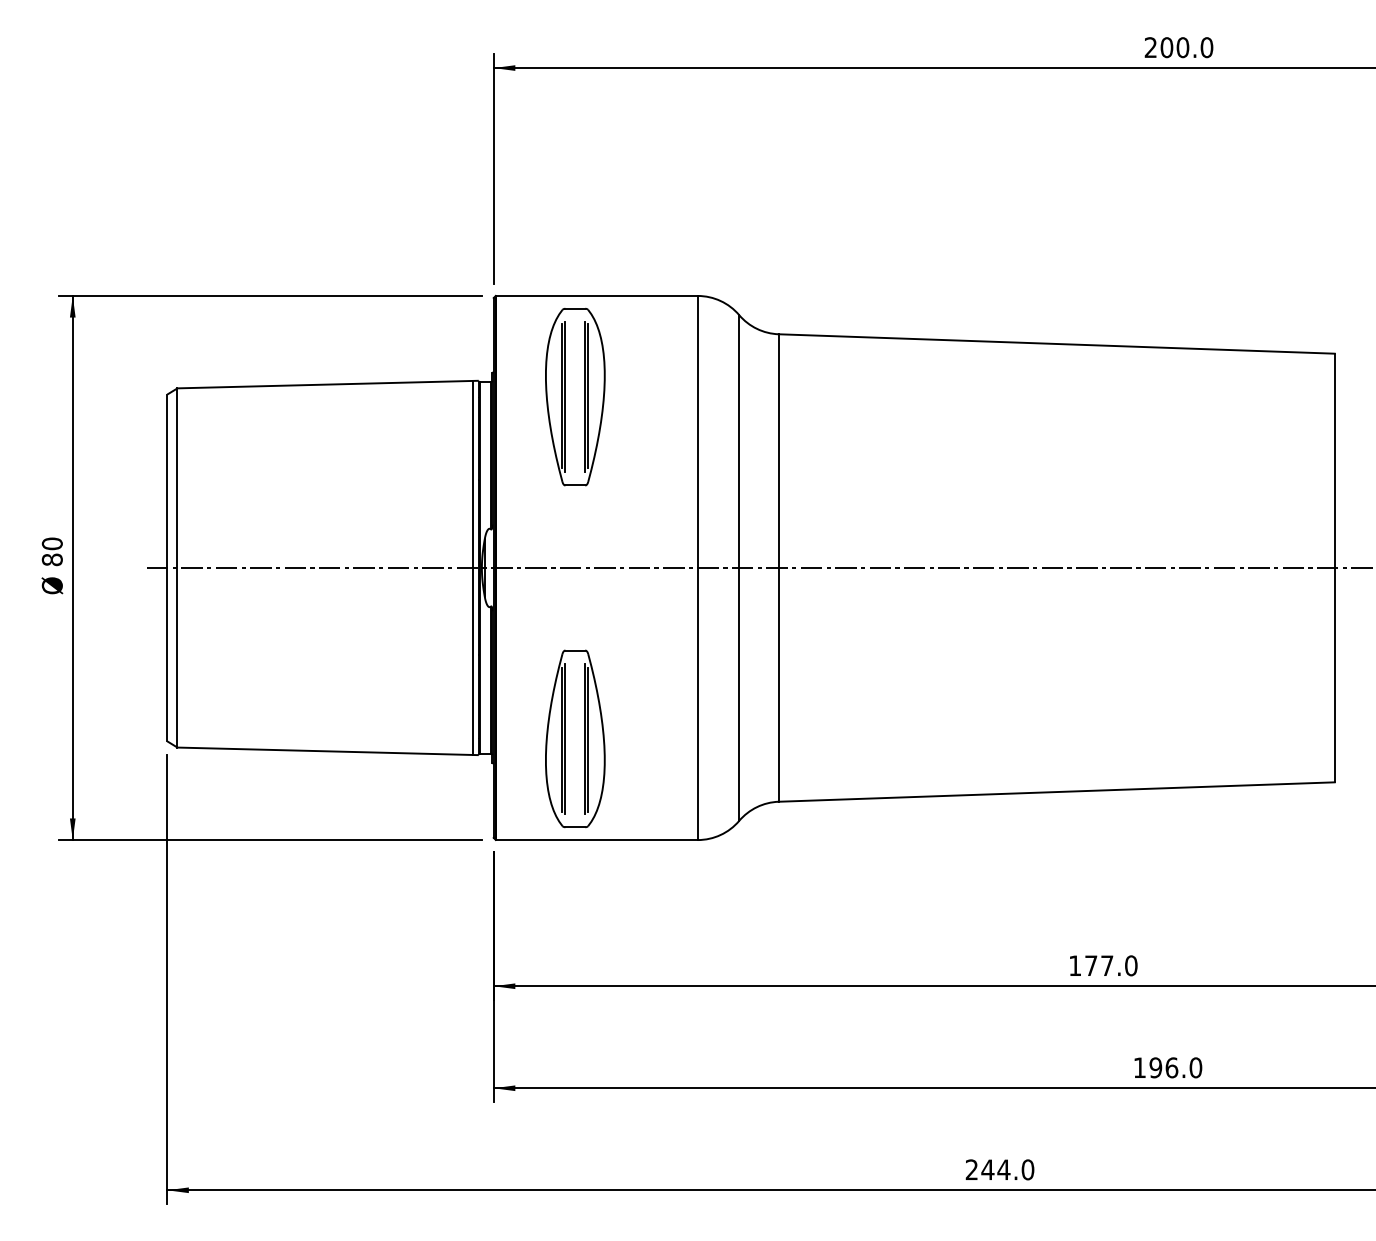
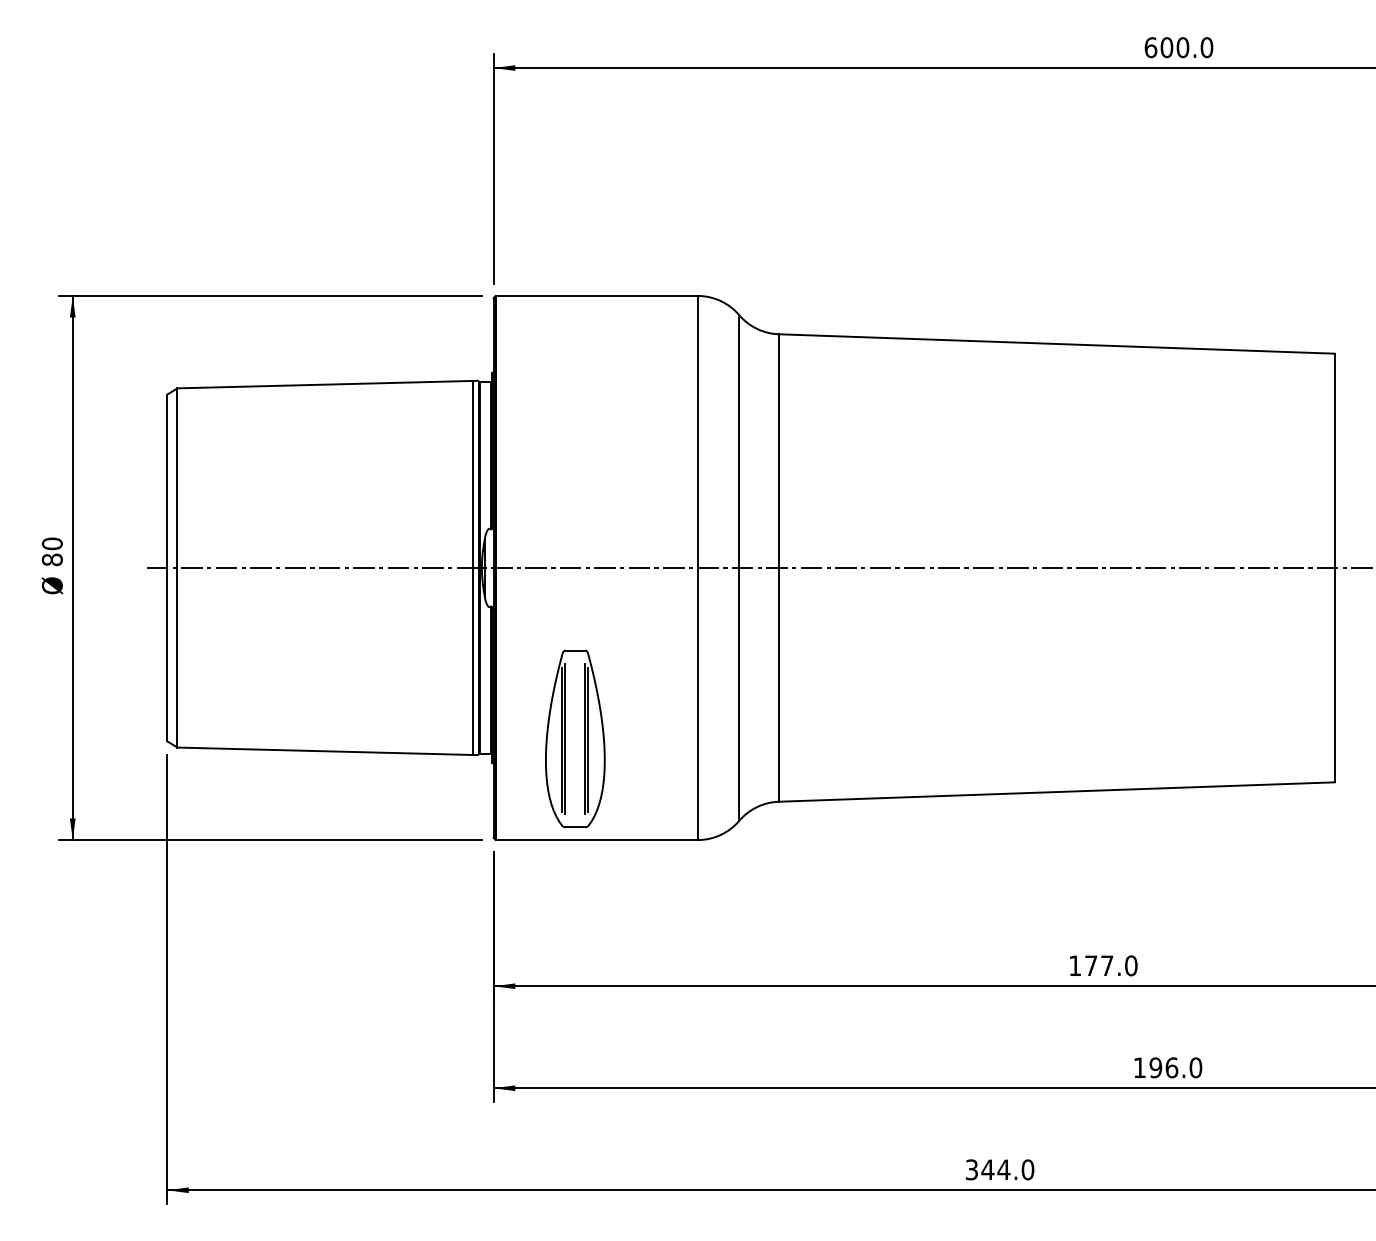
text at (1150, 47): 200.0 -> 600.0
part at (575, 397): present -> none
text at (971, 1169): 244.0 -> 344.0
